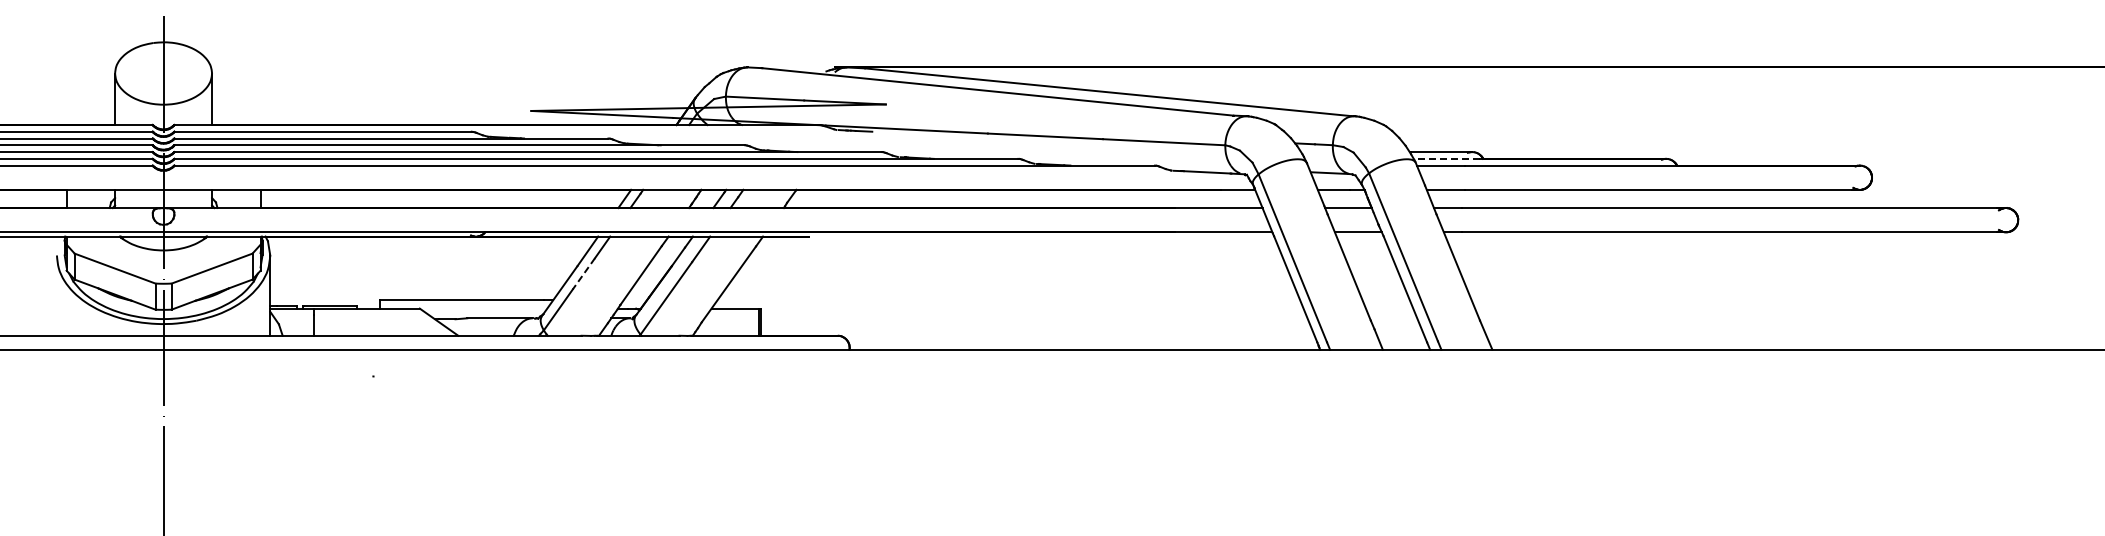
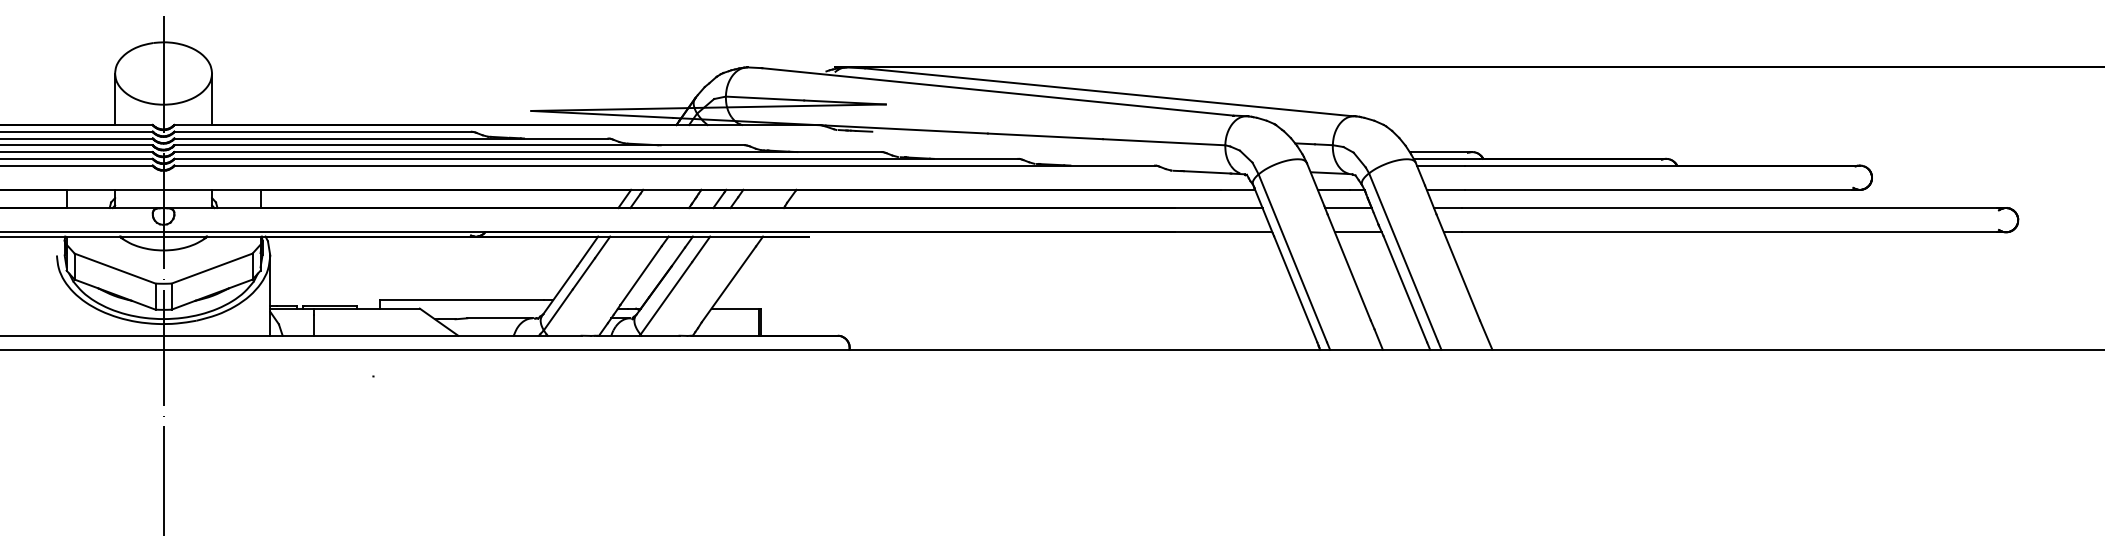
line at (1446, 158): dashed -> solid
line at (583, 274): dashed -> solid
